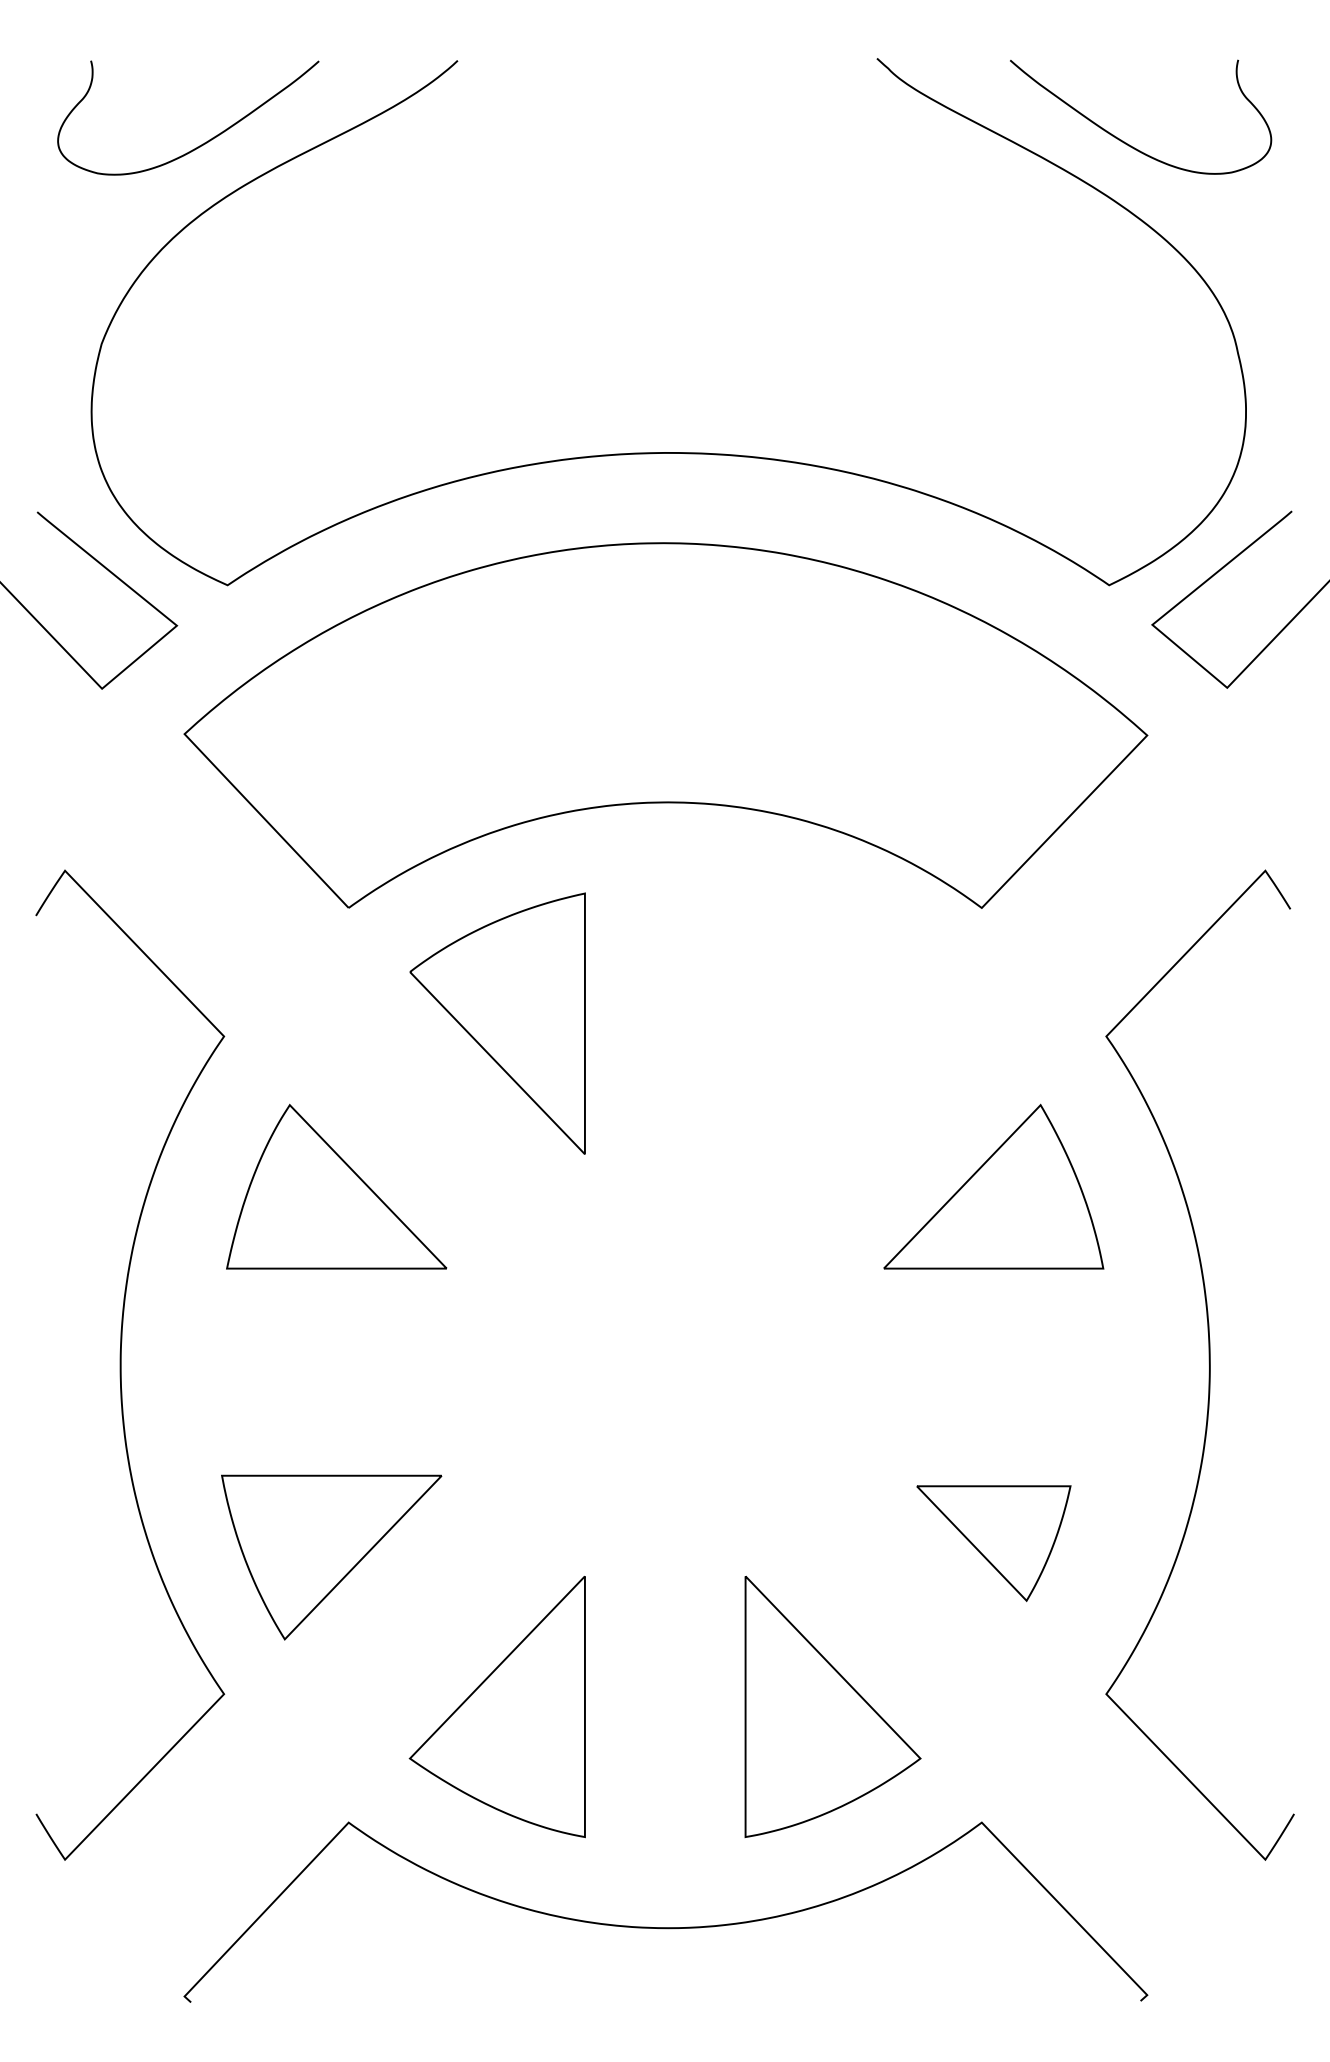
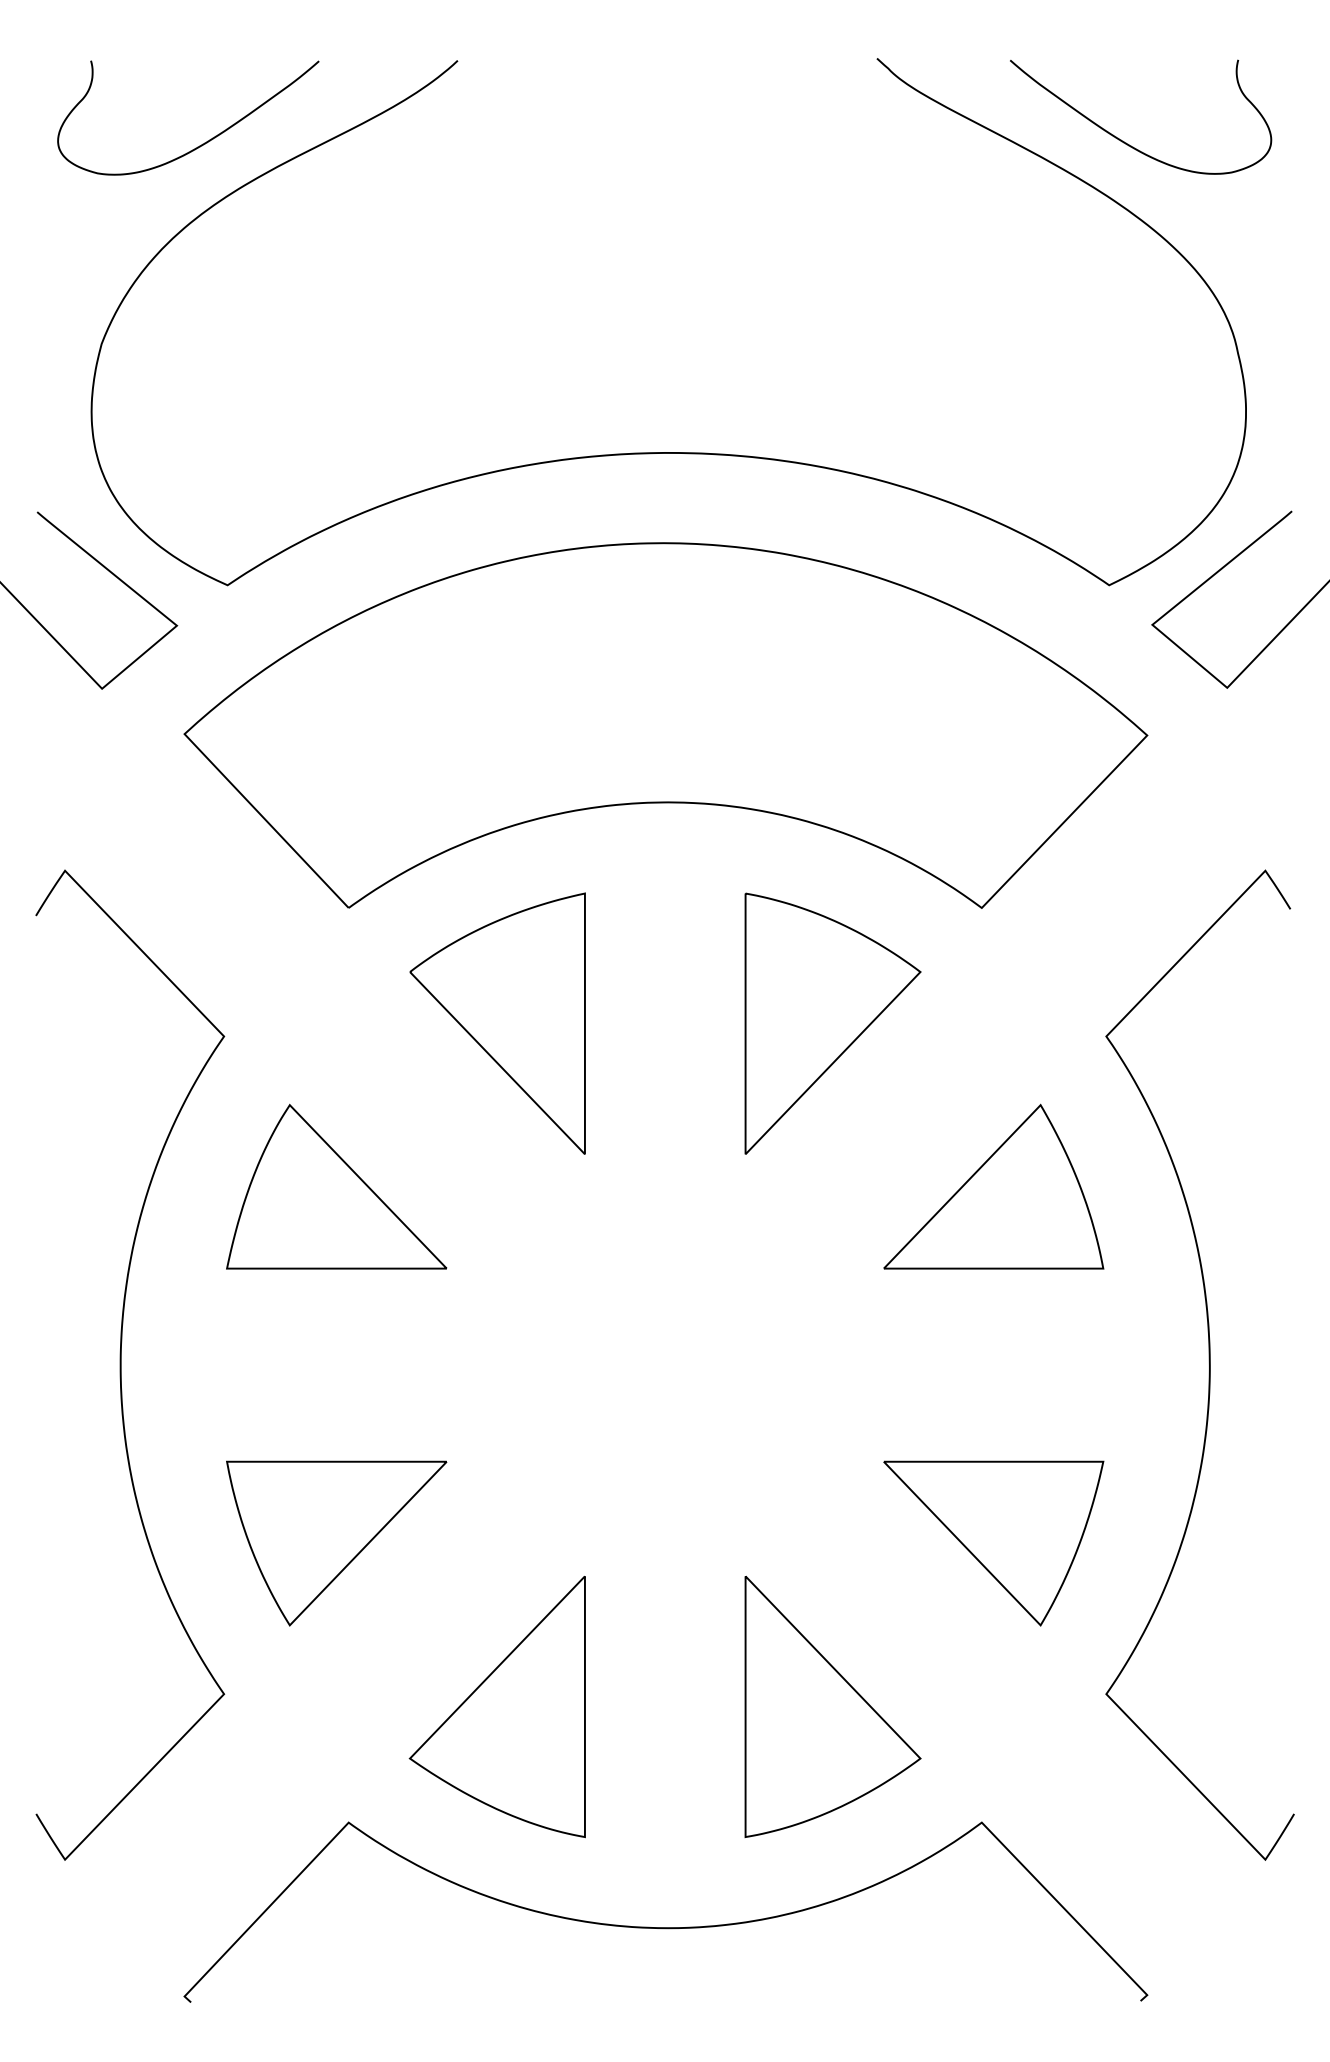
part at (832, 1023): none -> present
part at (993, 1543) size: 156x117 px -> 222x167 px
part at (331, 1557) position: (331, 1557) -> (336, 1543)
